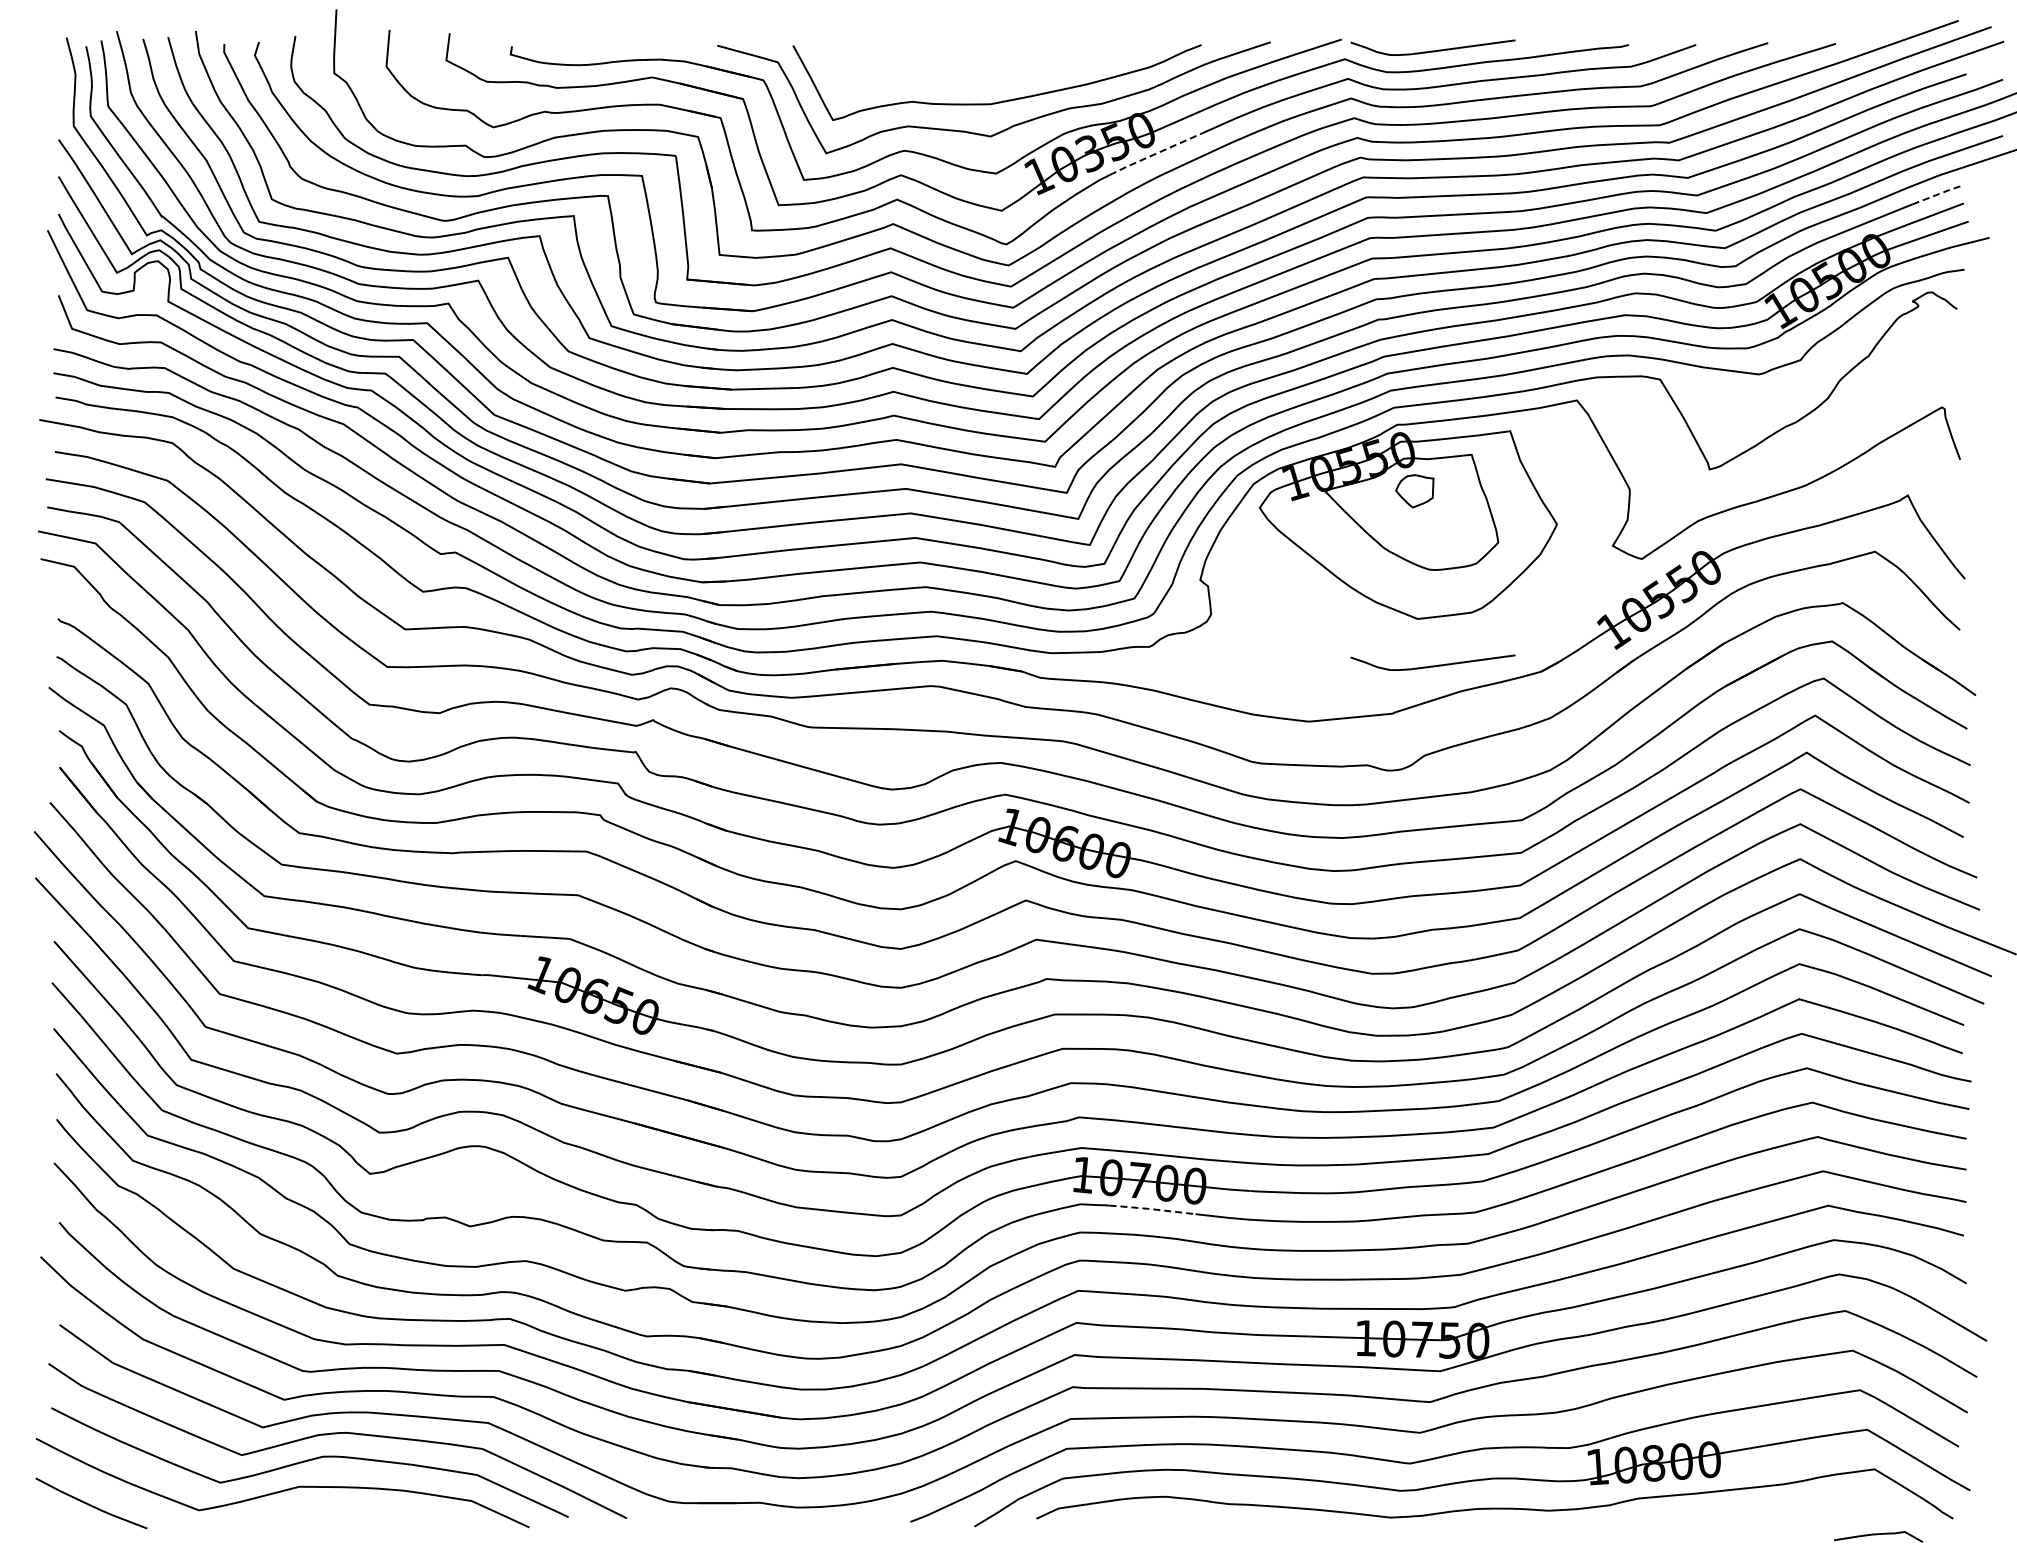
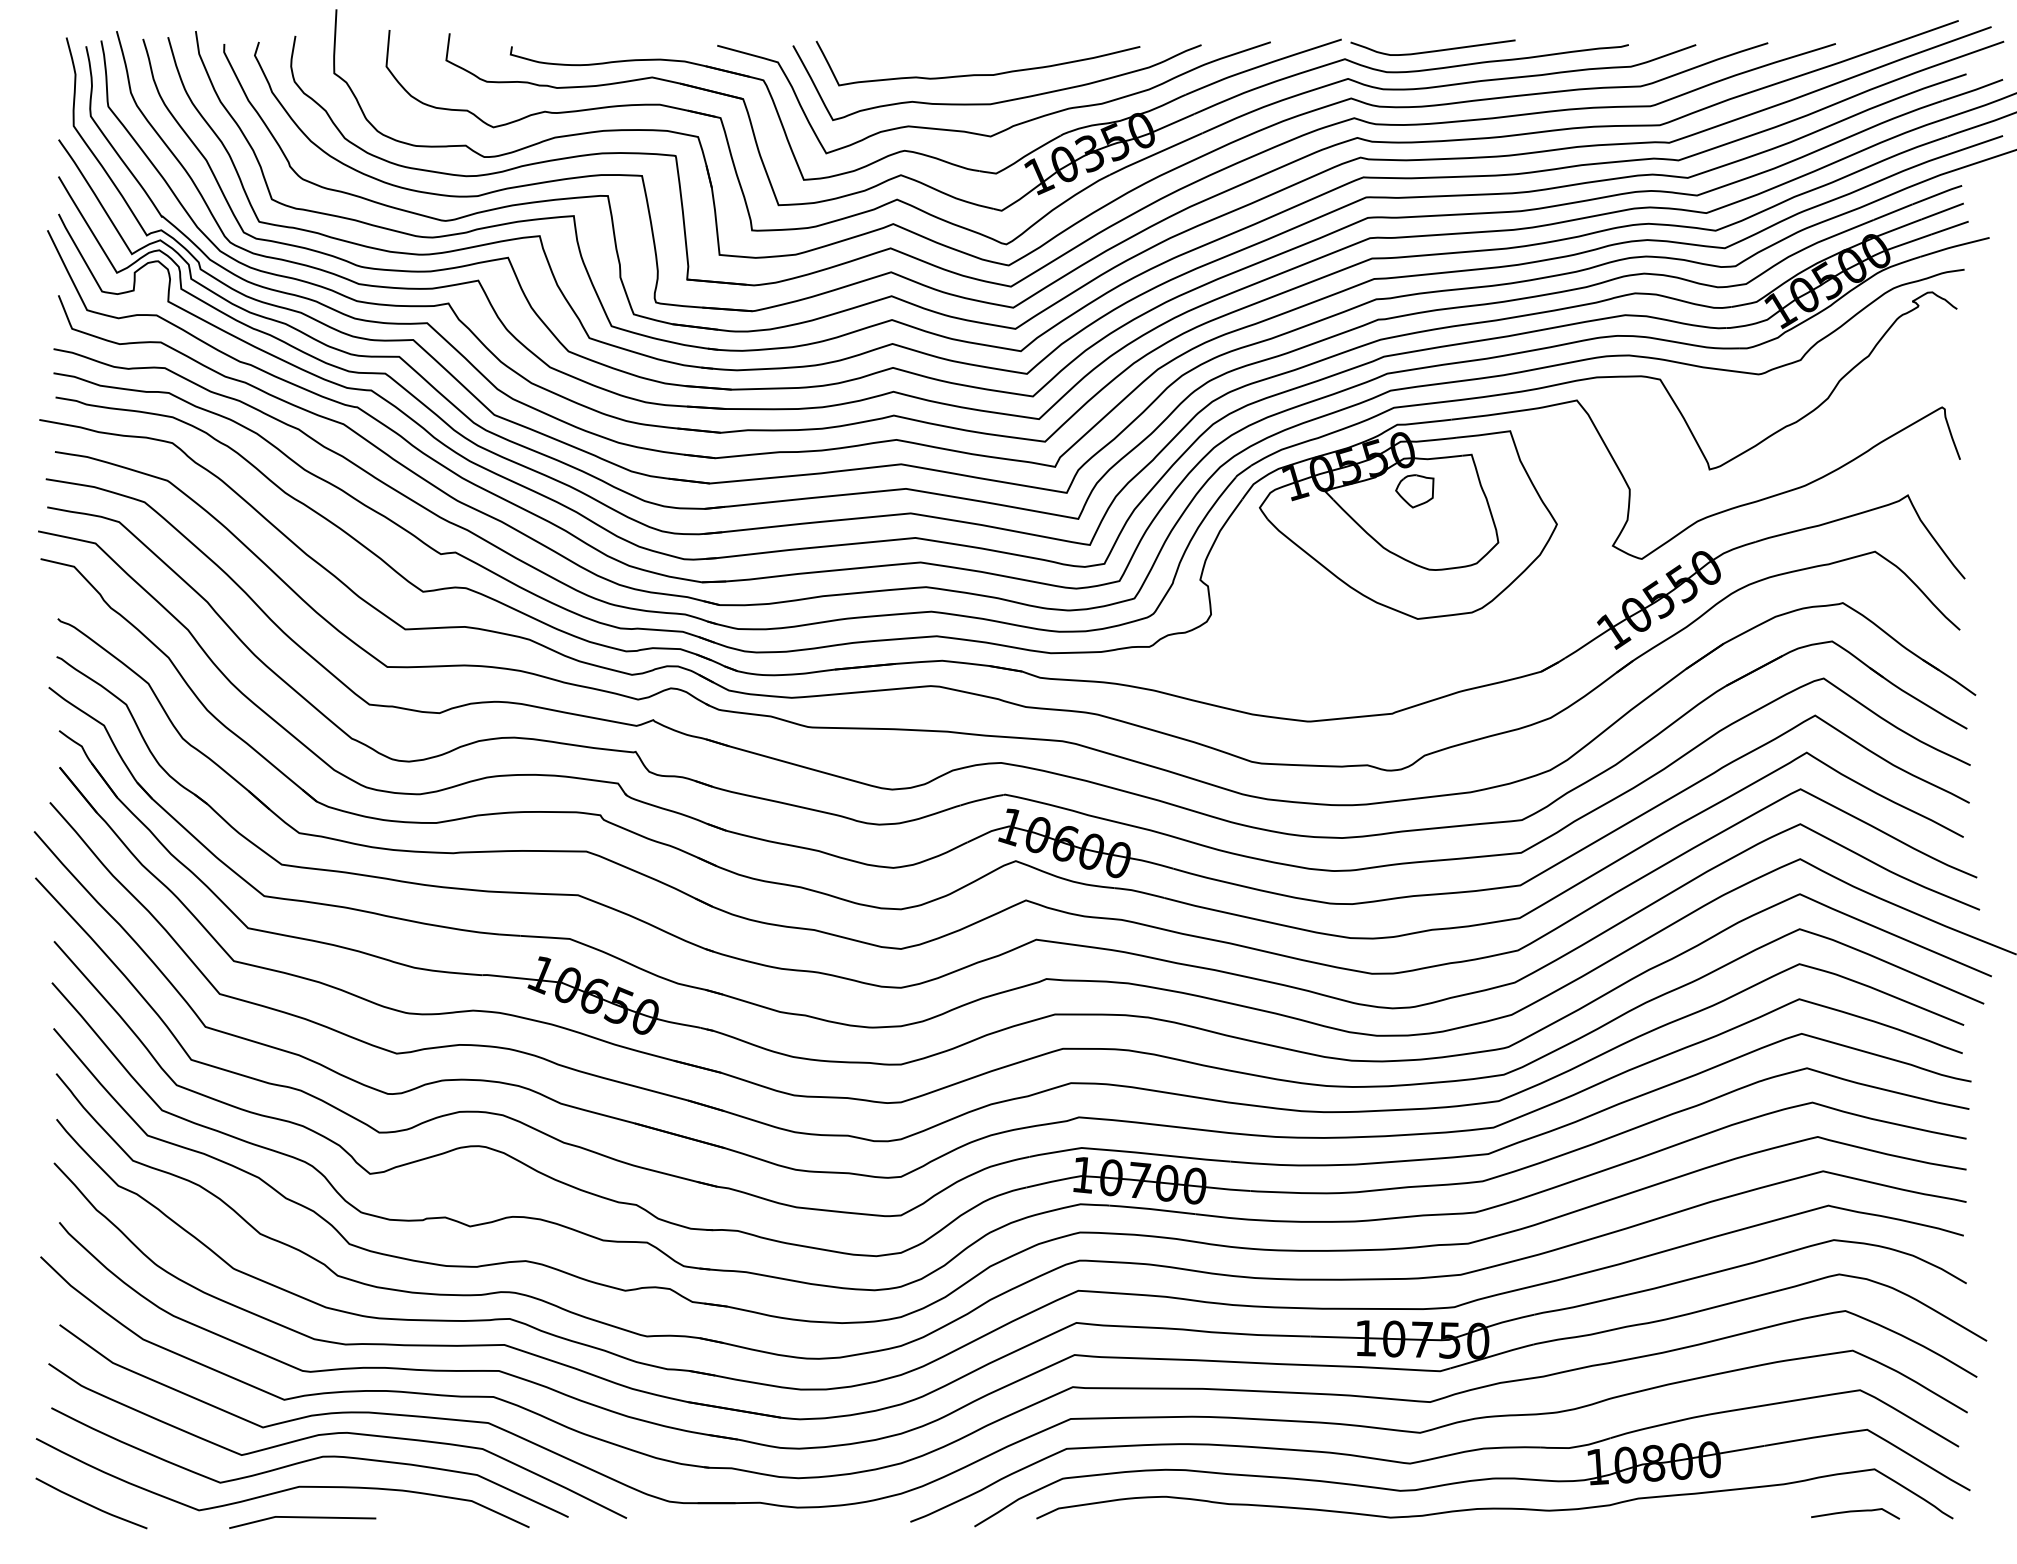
curve at (977, 74): none -> present
line at (1155, 154): dashed -> solid
line at (1938, 194): dashed -> solid
curve at (1432, 665): present -> none
line at (1151, 1209): dashed -> solid
line at (302, 1518): none -> present
curve at (1878, 1535) position: (1878, 1535) -> (1855, 1512)
